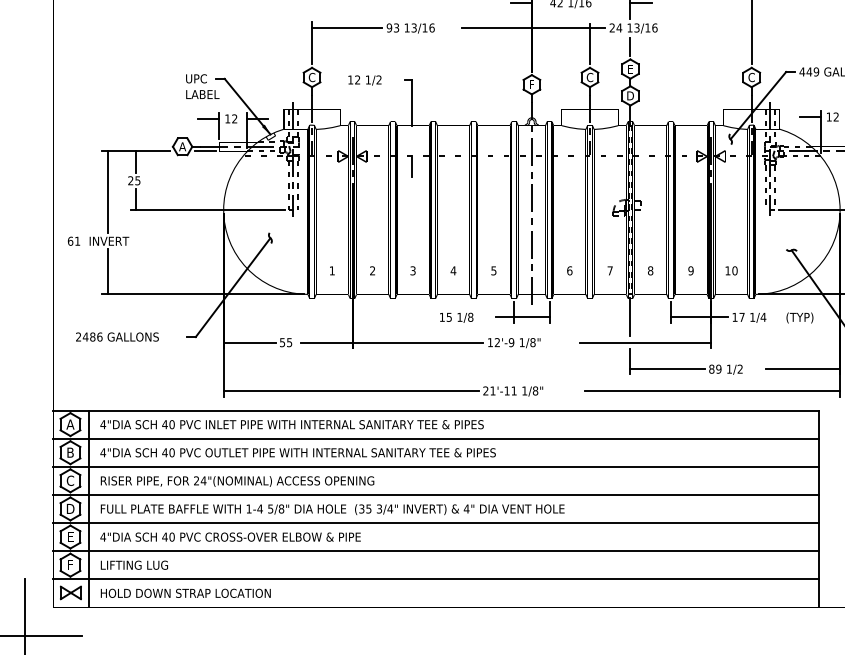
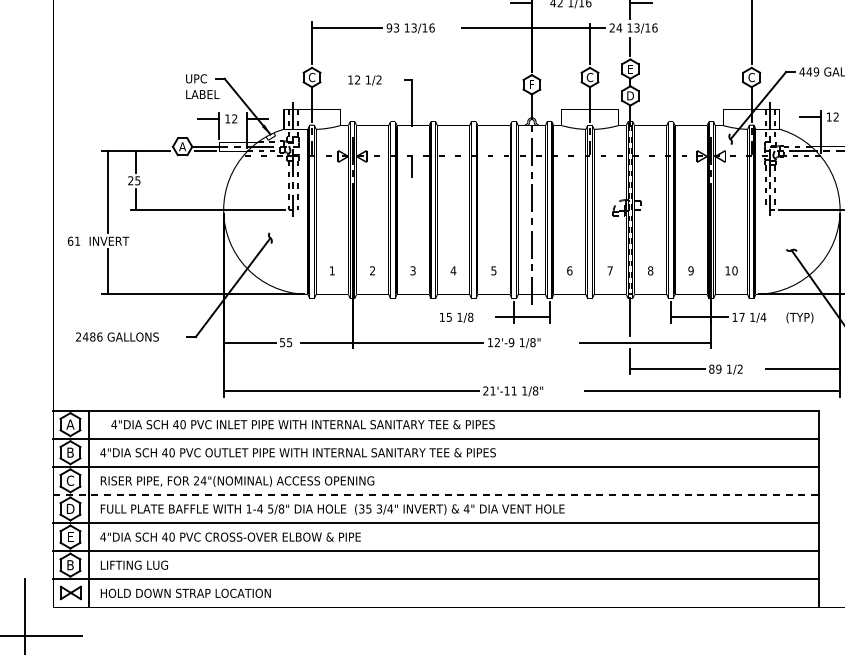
text at (291, 424) position: (291, 424) -> (302, 424)
line at (436, 494): solid -> dashed
text at (70, 565): F -> B
